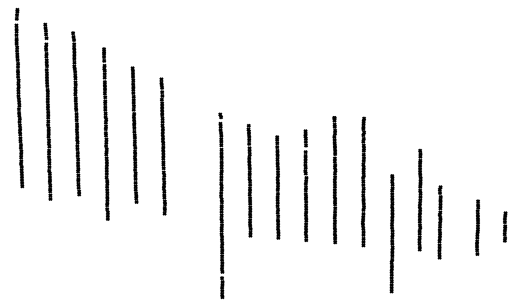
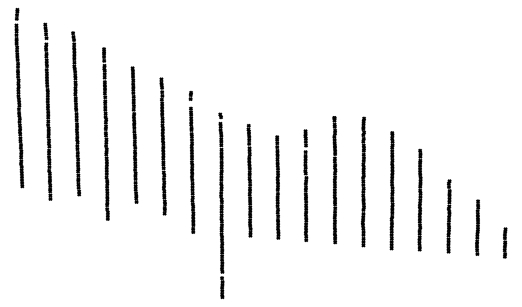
part at (191, 161): none -> present
part at (439, 222) position: (439, 222) -> (448, 216)
part at (504, 226) position: (504, 226) -> (504, 242)
part at (391, 233) position: (391, 233) -> (391, 190)
